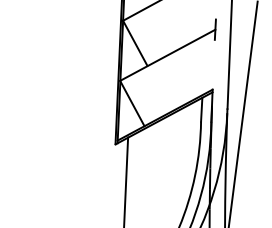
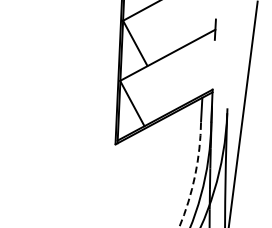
line at (229, 55): present -> none
arc at (195, 175): solid -> dashed
line at (126, 180): present -> none
